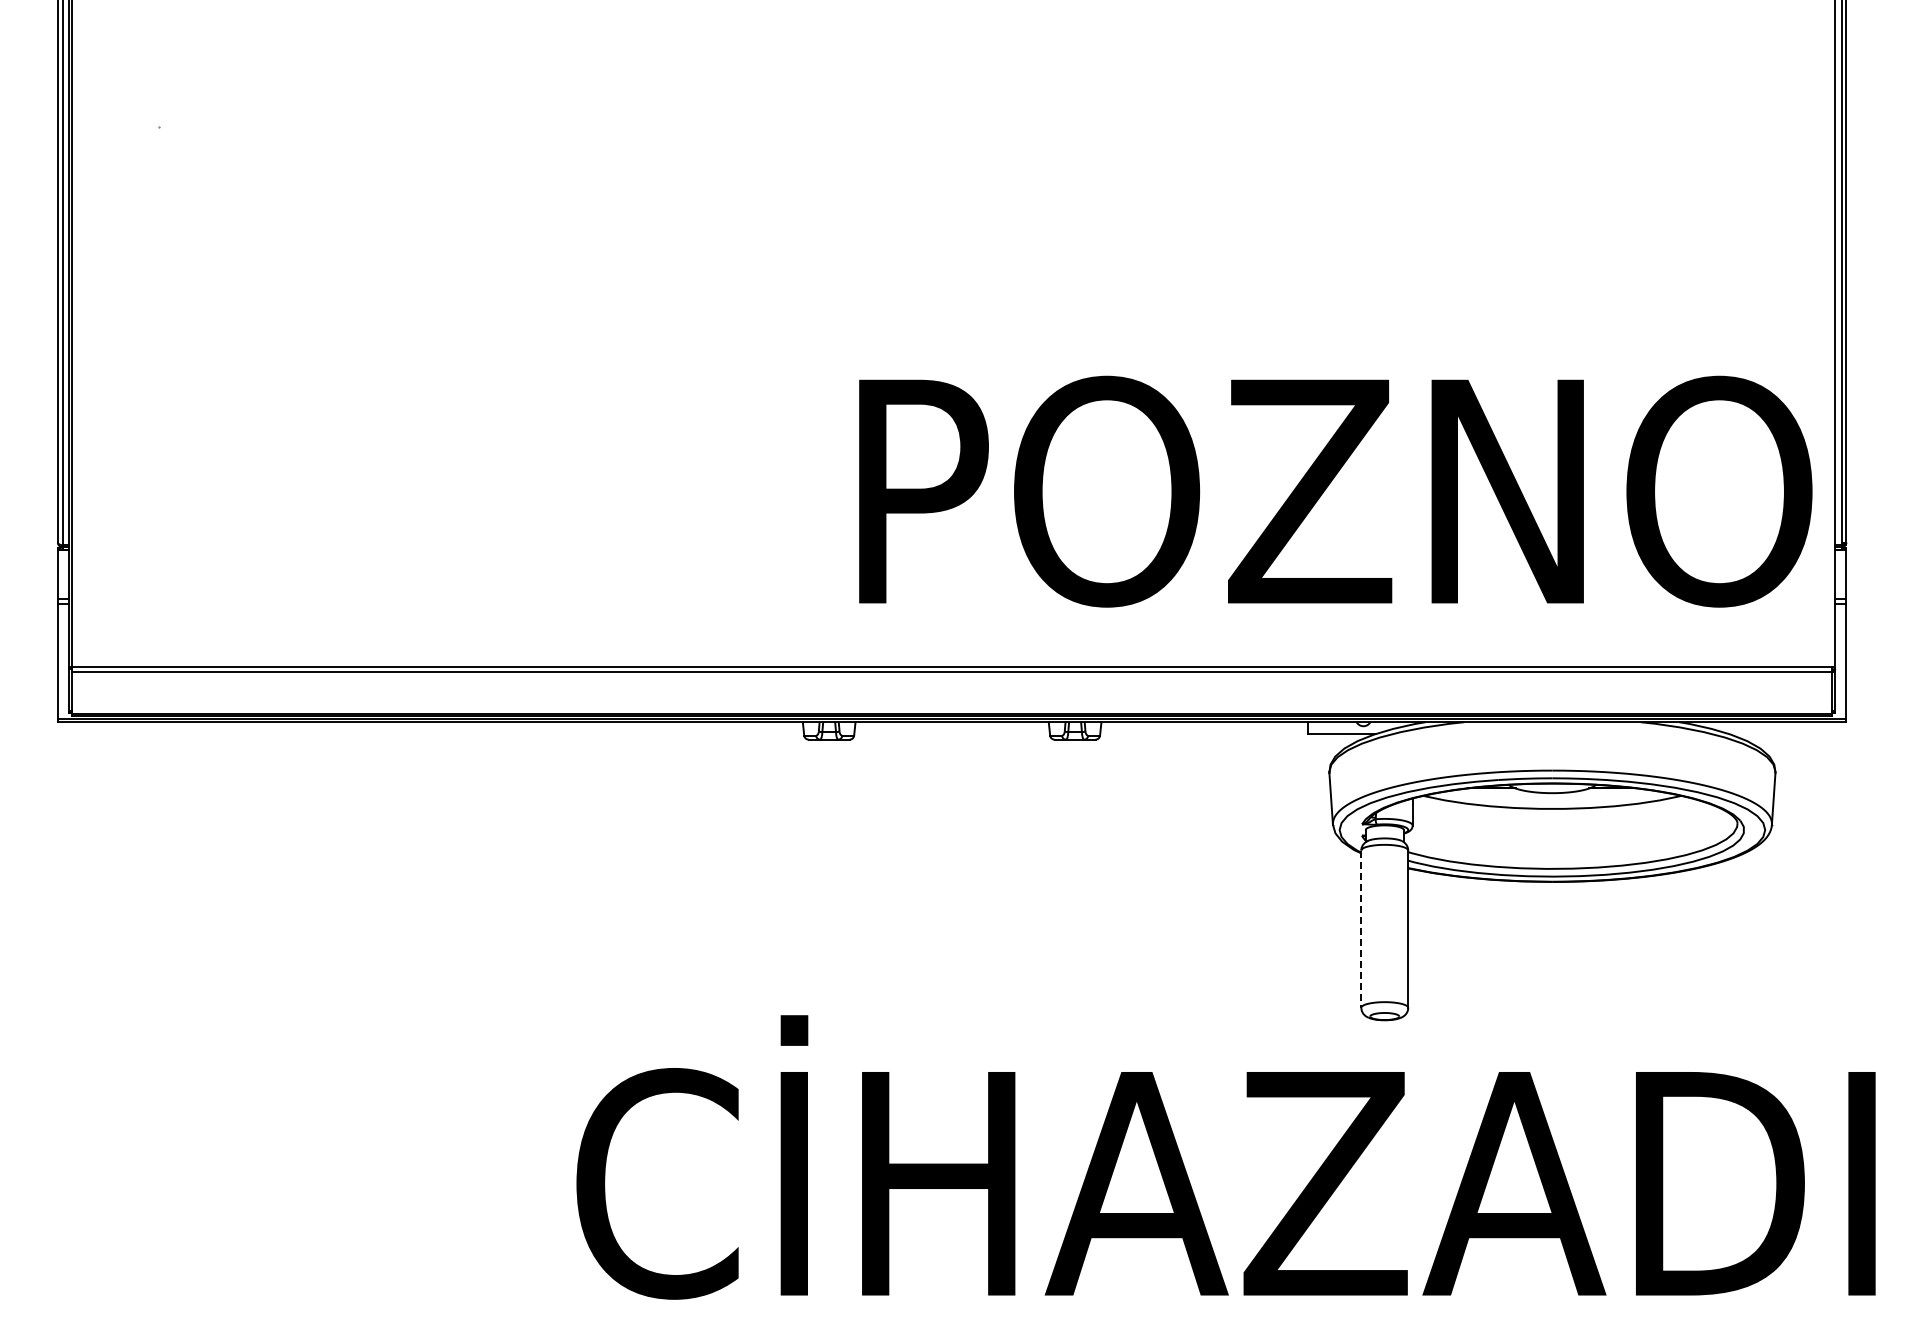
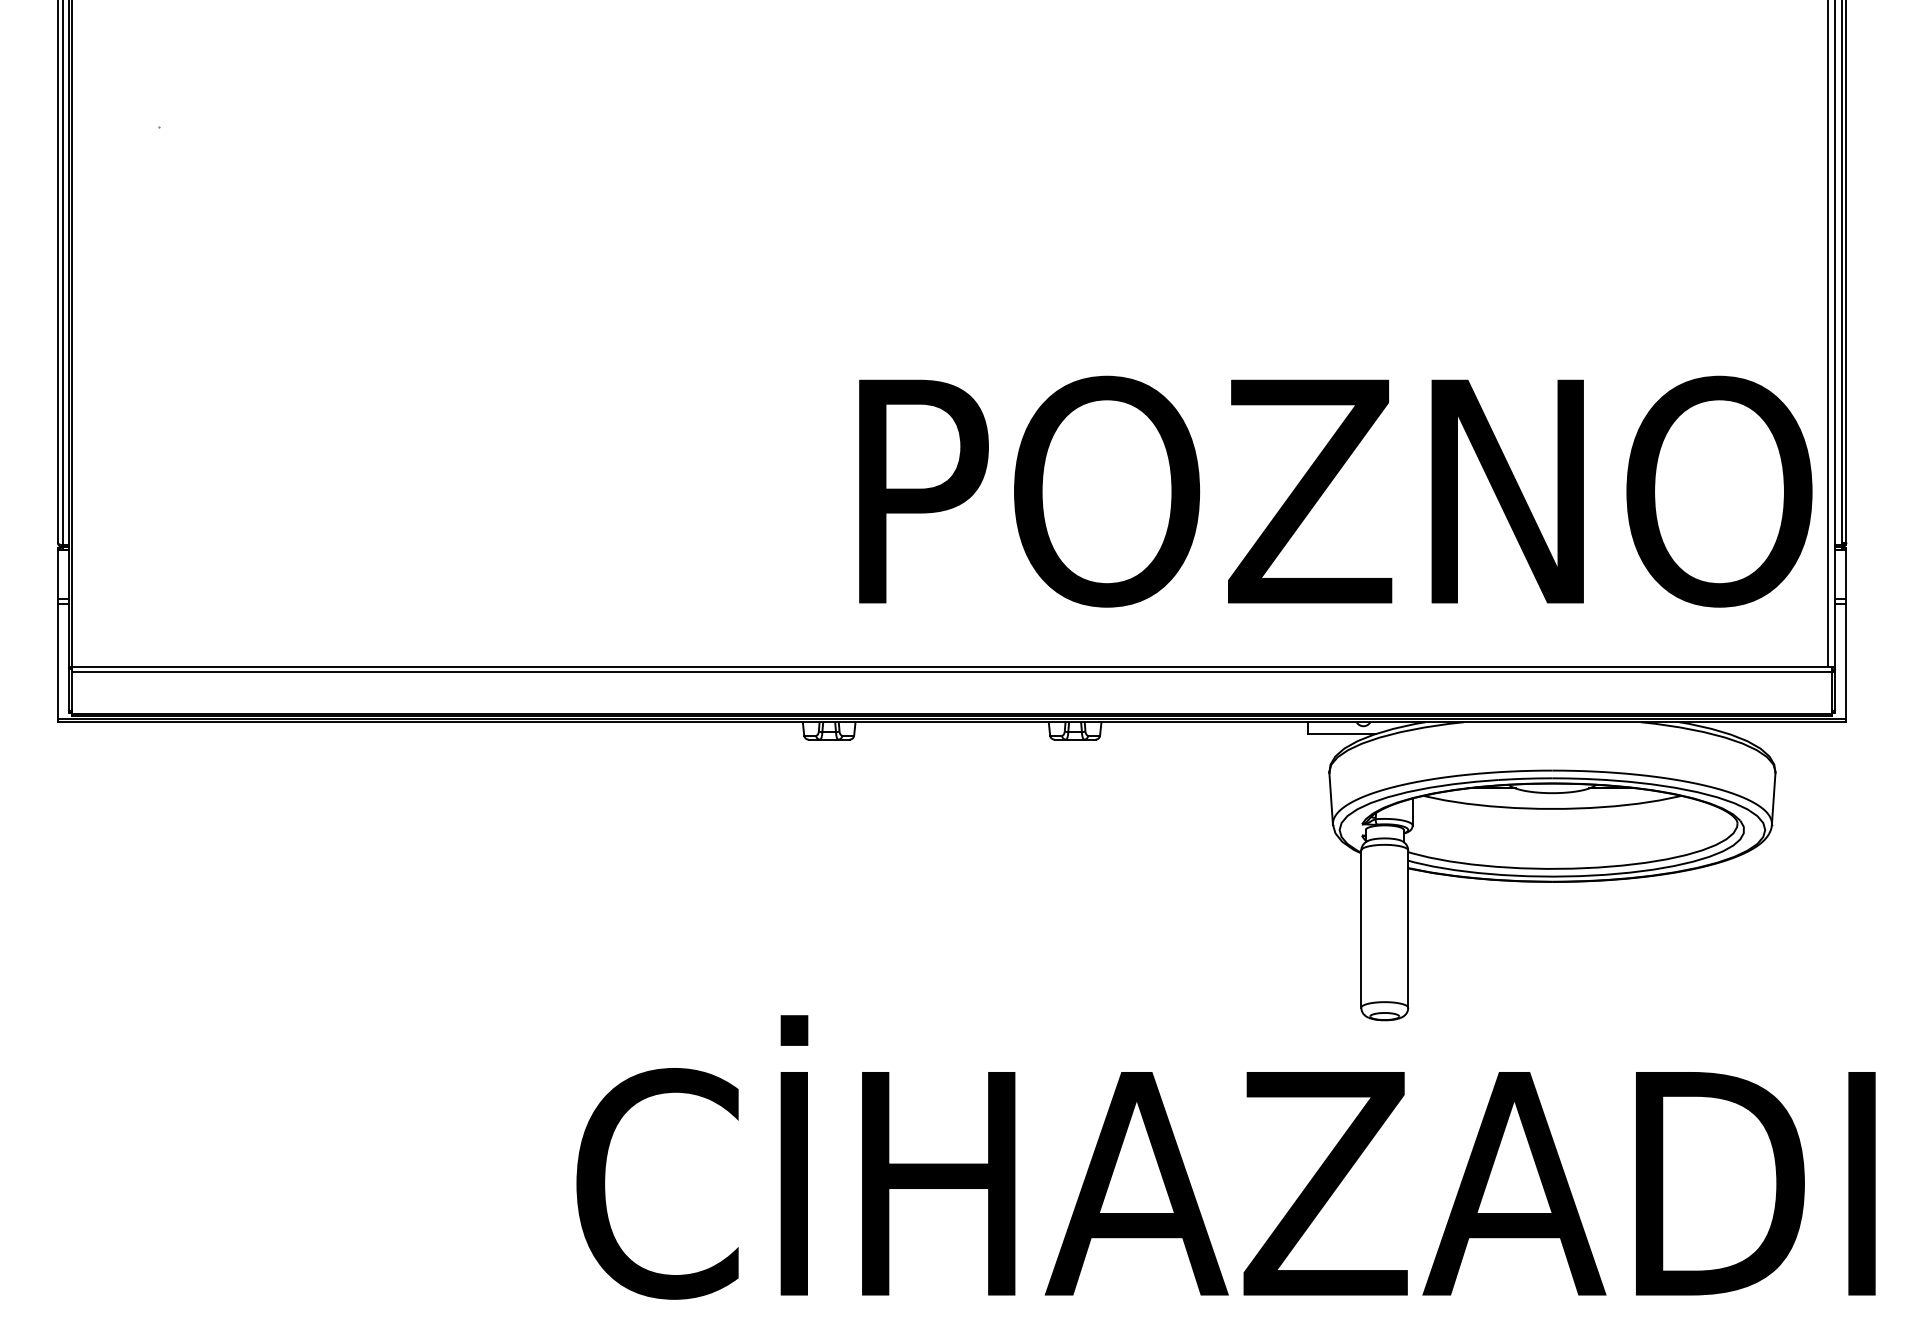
line at (1828, 334): none -> present
line at (1361, 929): dashed -> solid
